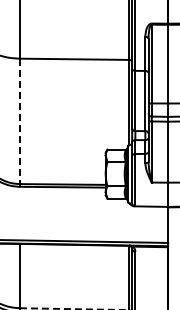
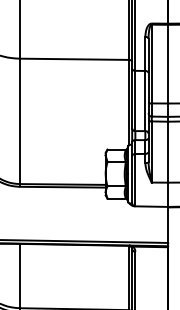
line at (19, 121): dashed -> solid
line at (70, 309): dashed -> solid
